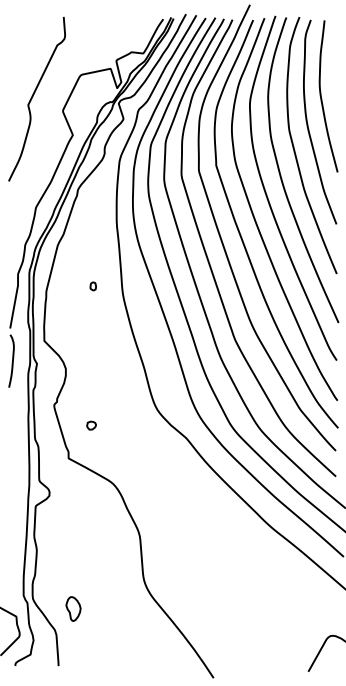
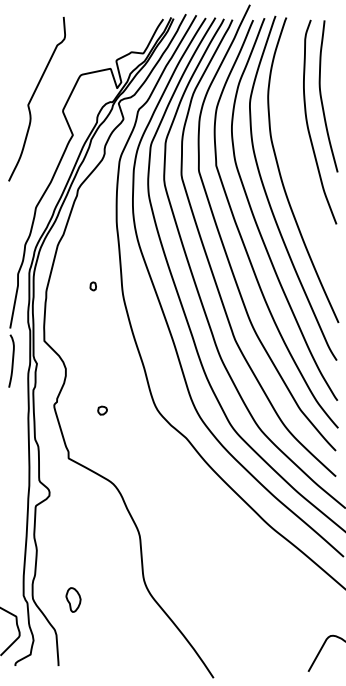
curve at (295, 150): present -> none
part at (91, 425) position: (91, 425) -> (102, 410)
part at (73, 608) position: (73, 608) -> (73, 599)
